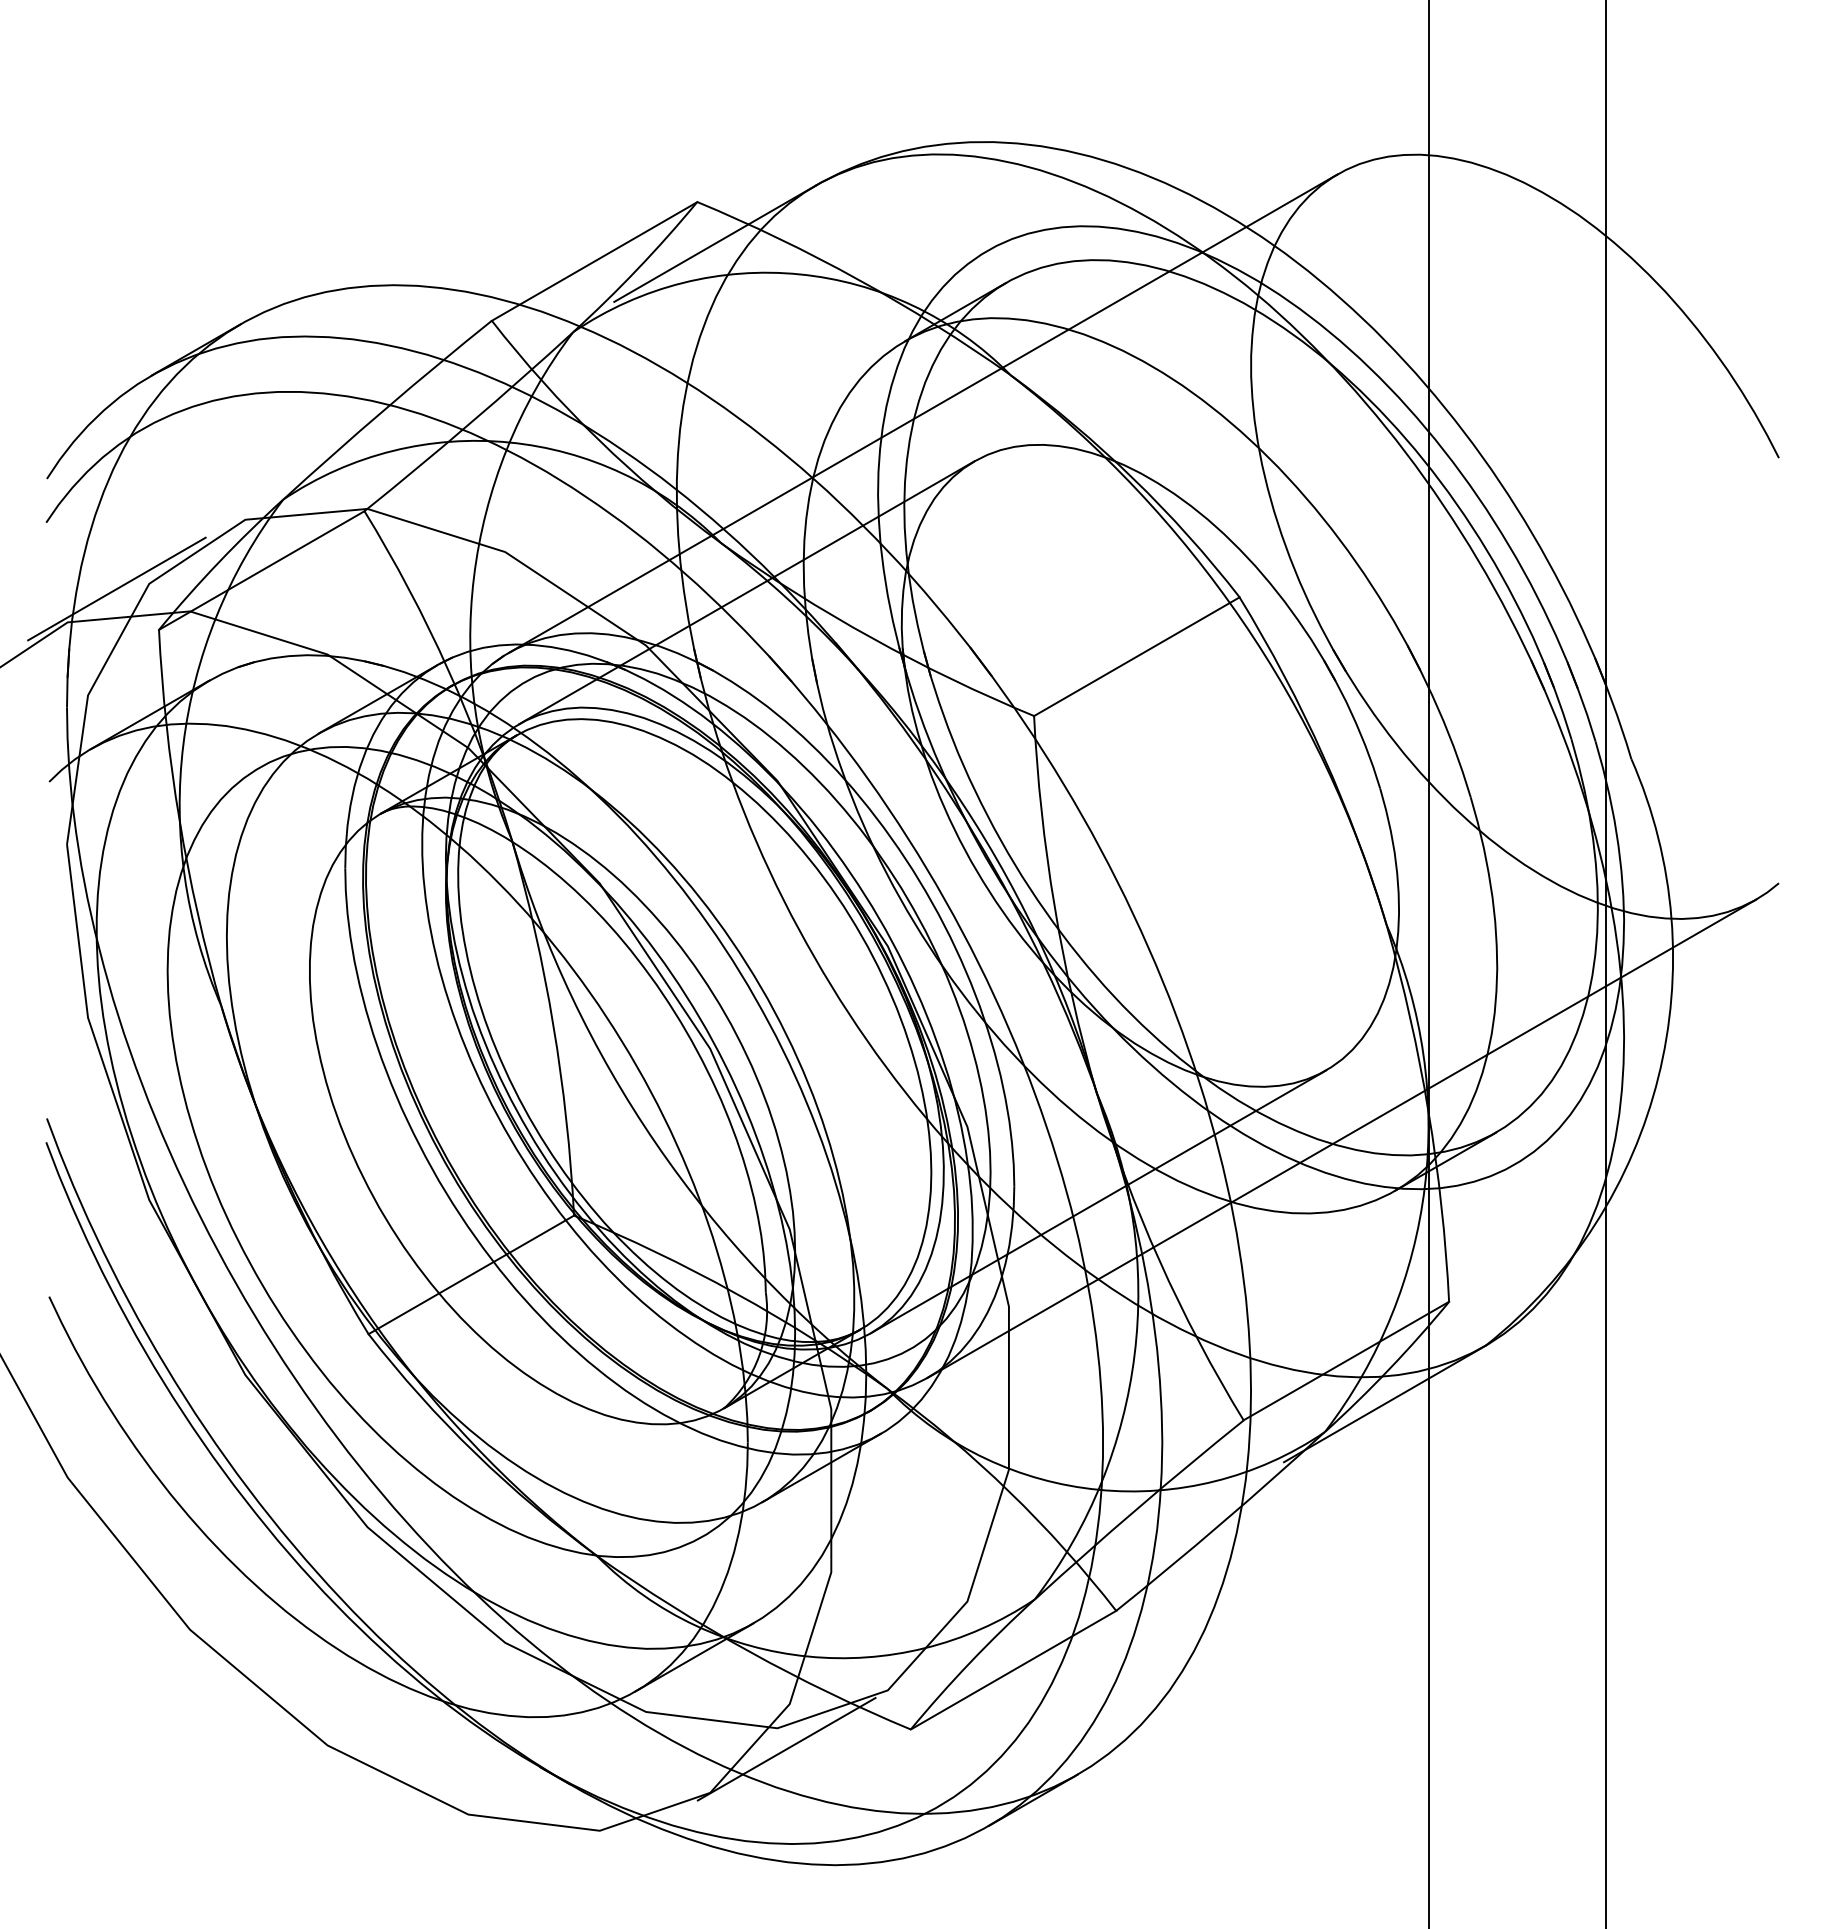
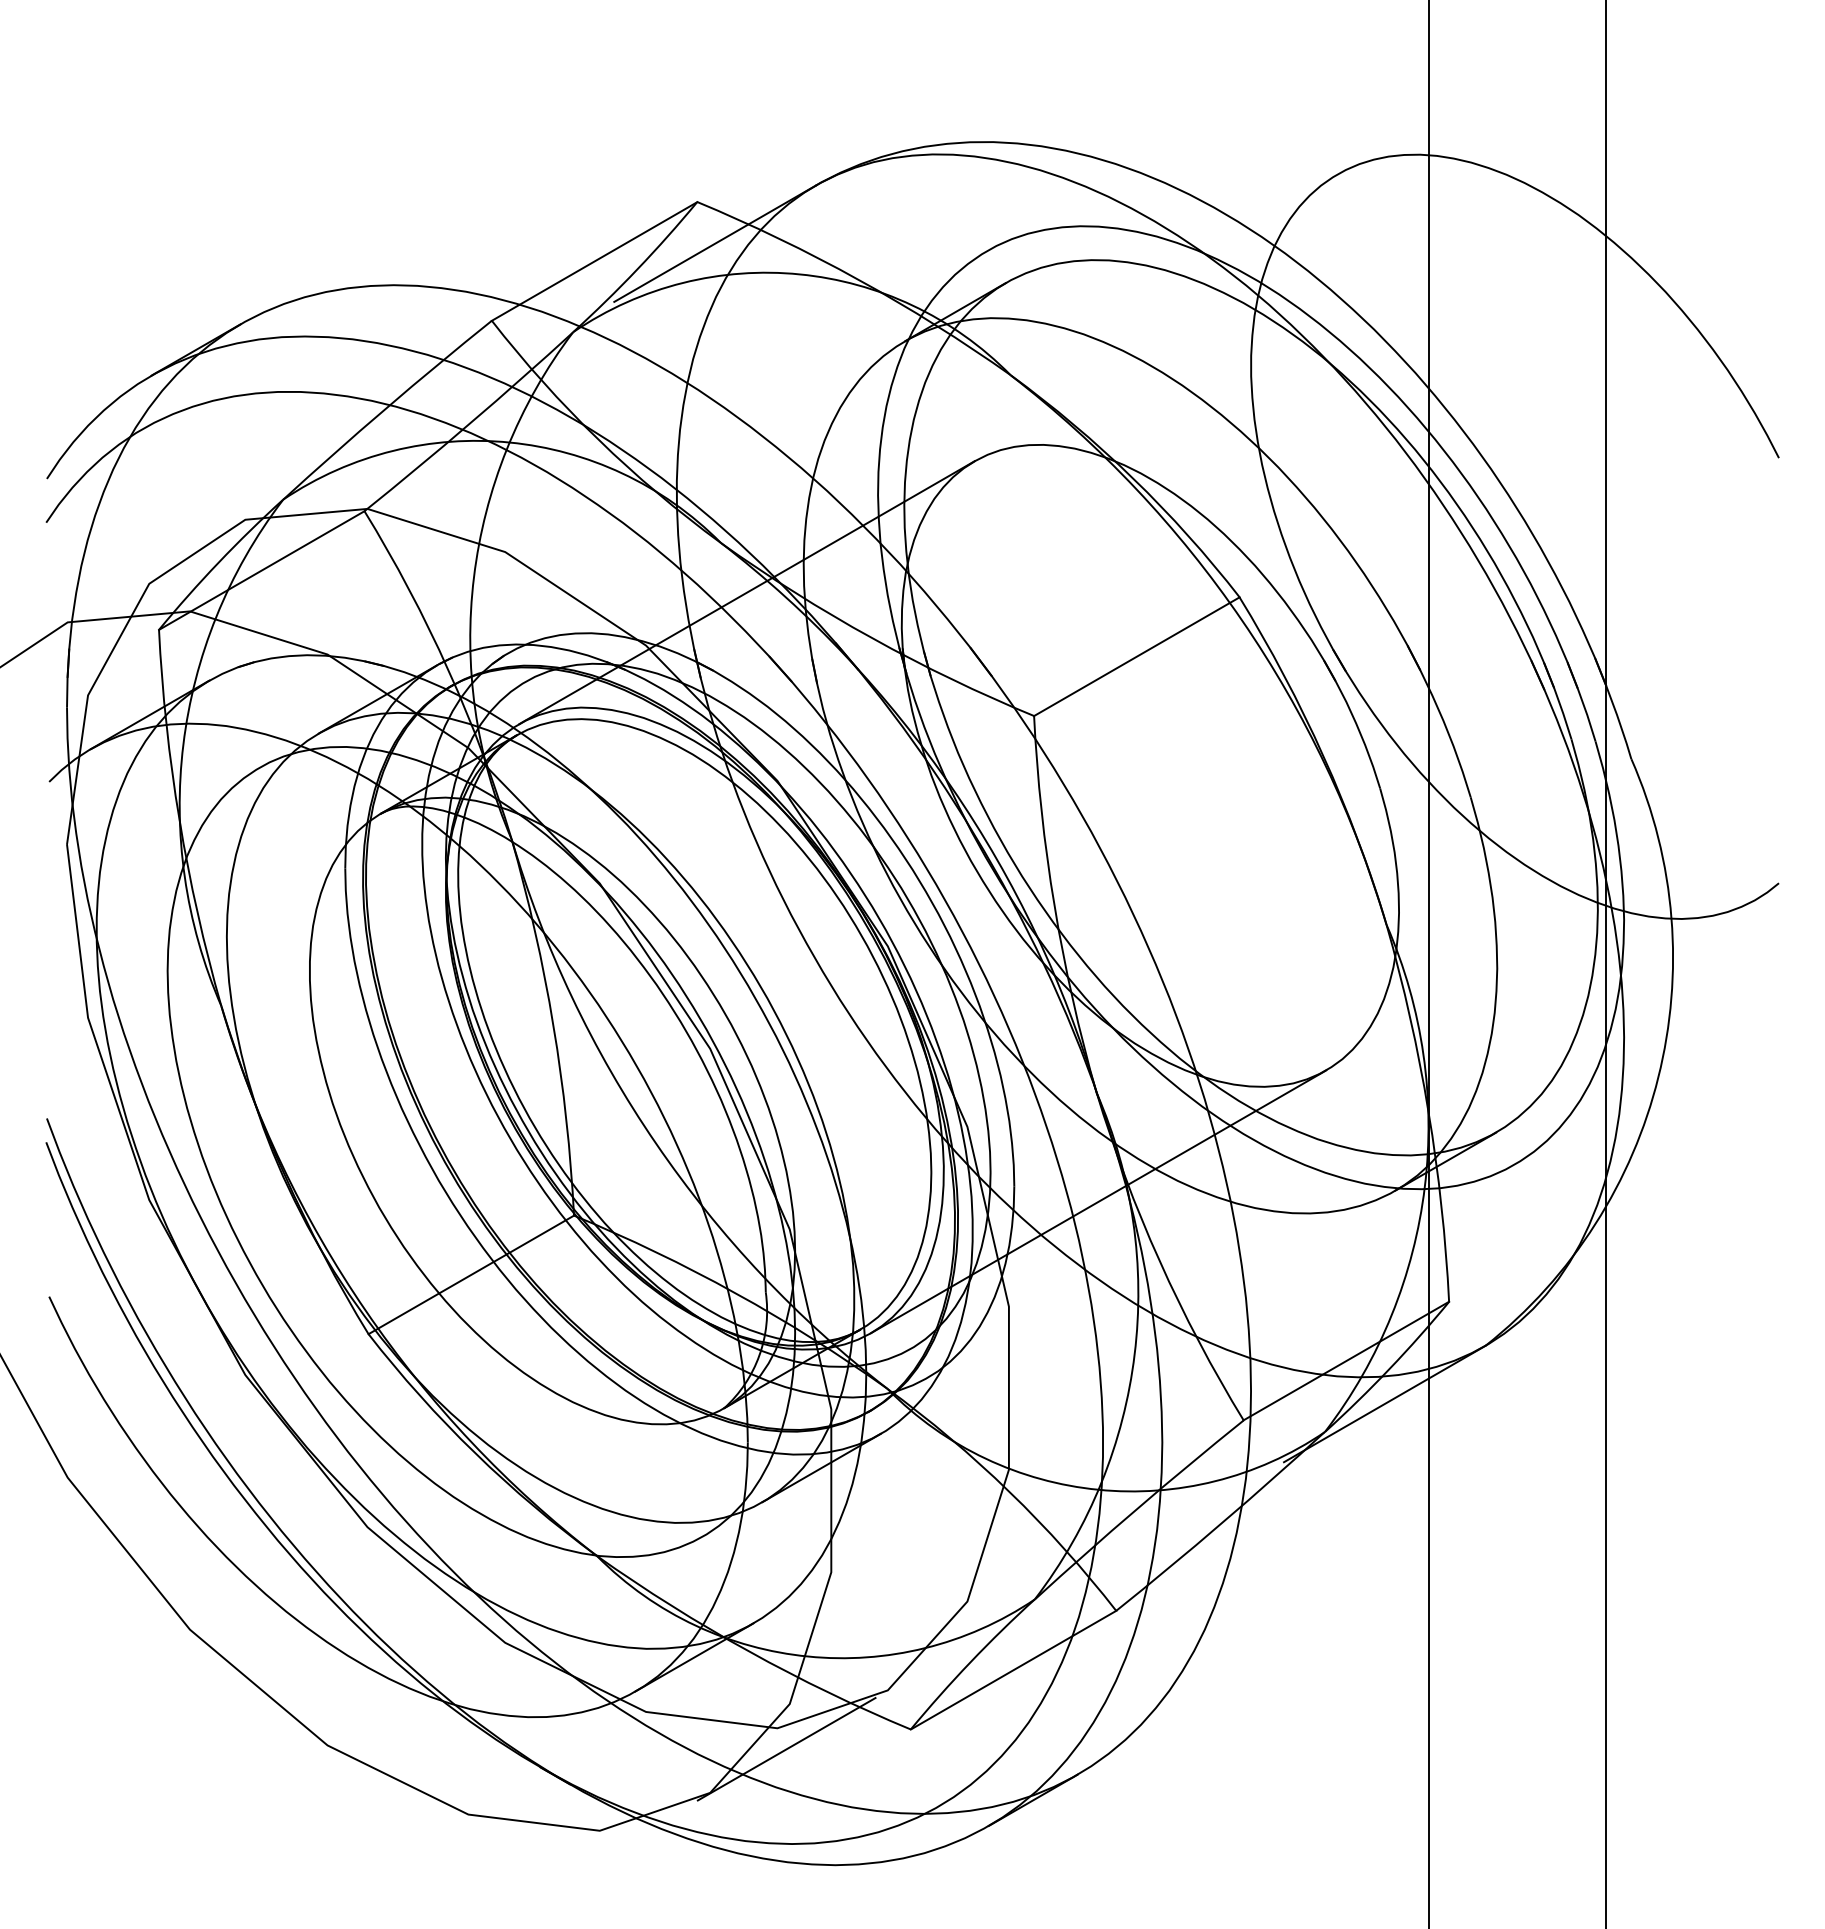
line at (922, 413): present -> none
line at (116, 588): present -> none
line at (1341, 1138): present -> none
